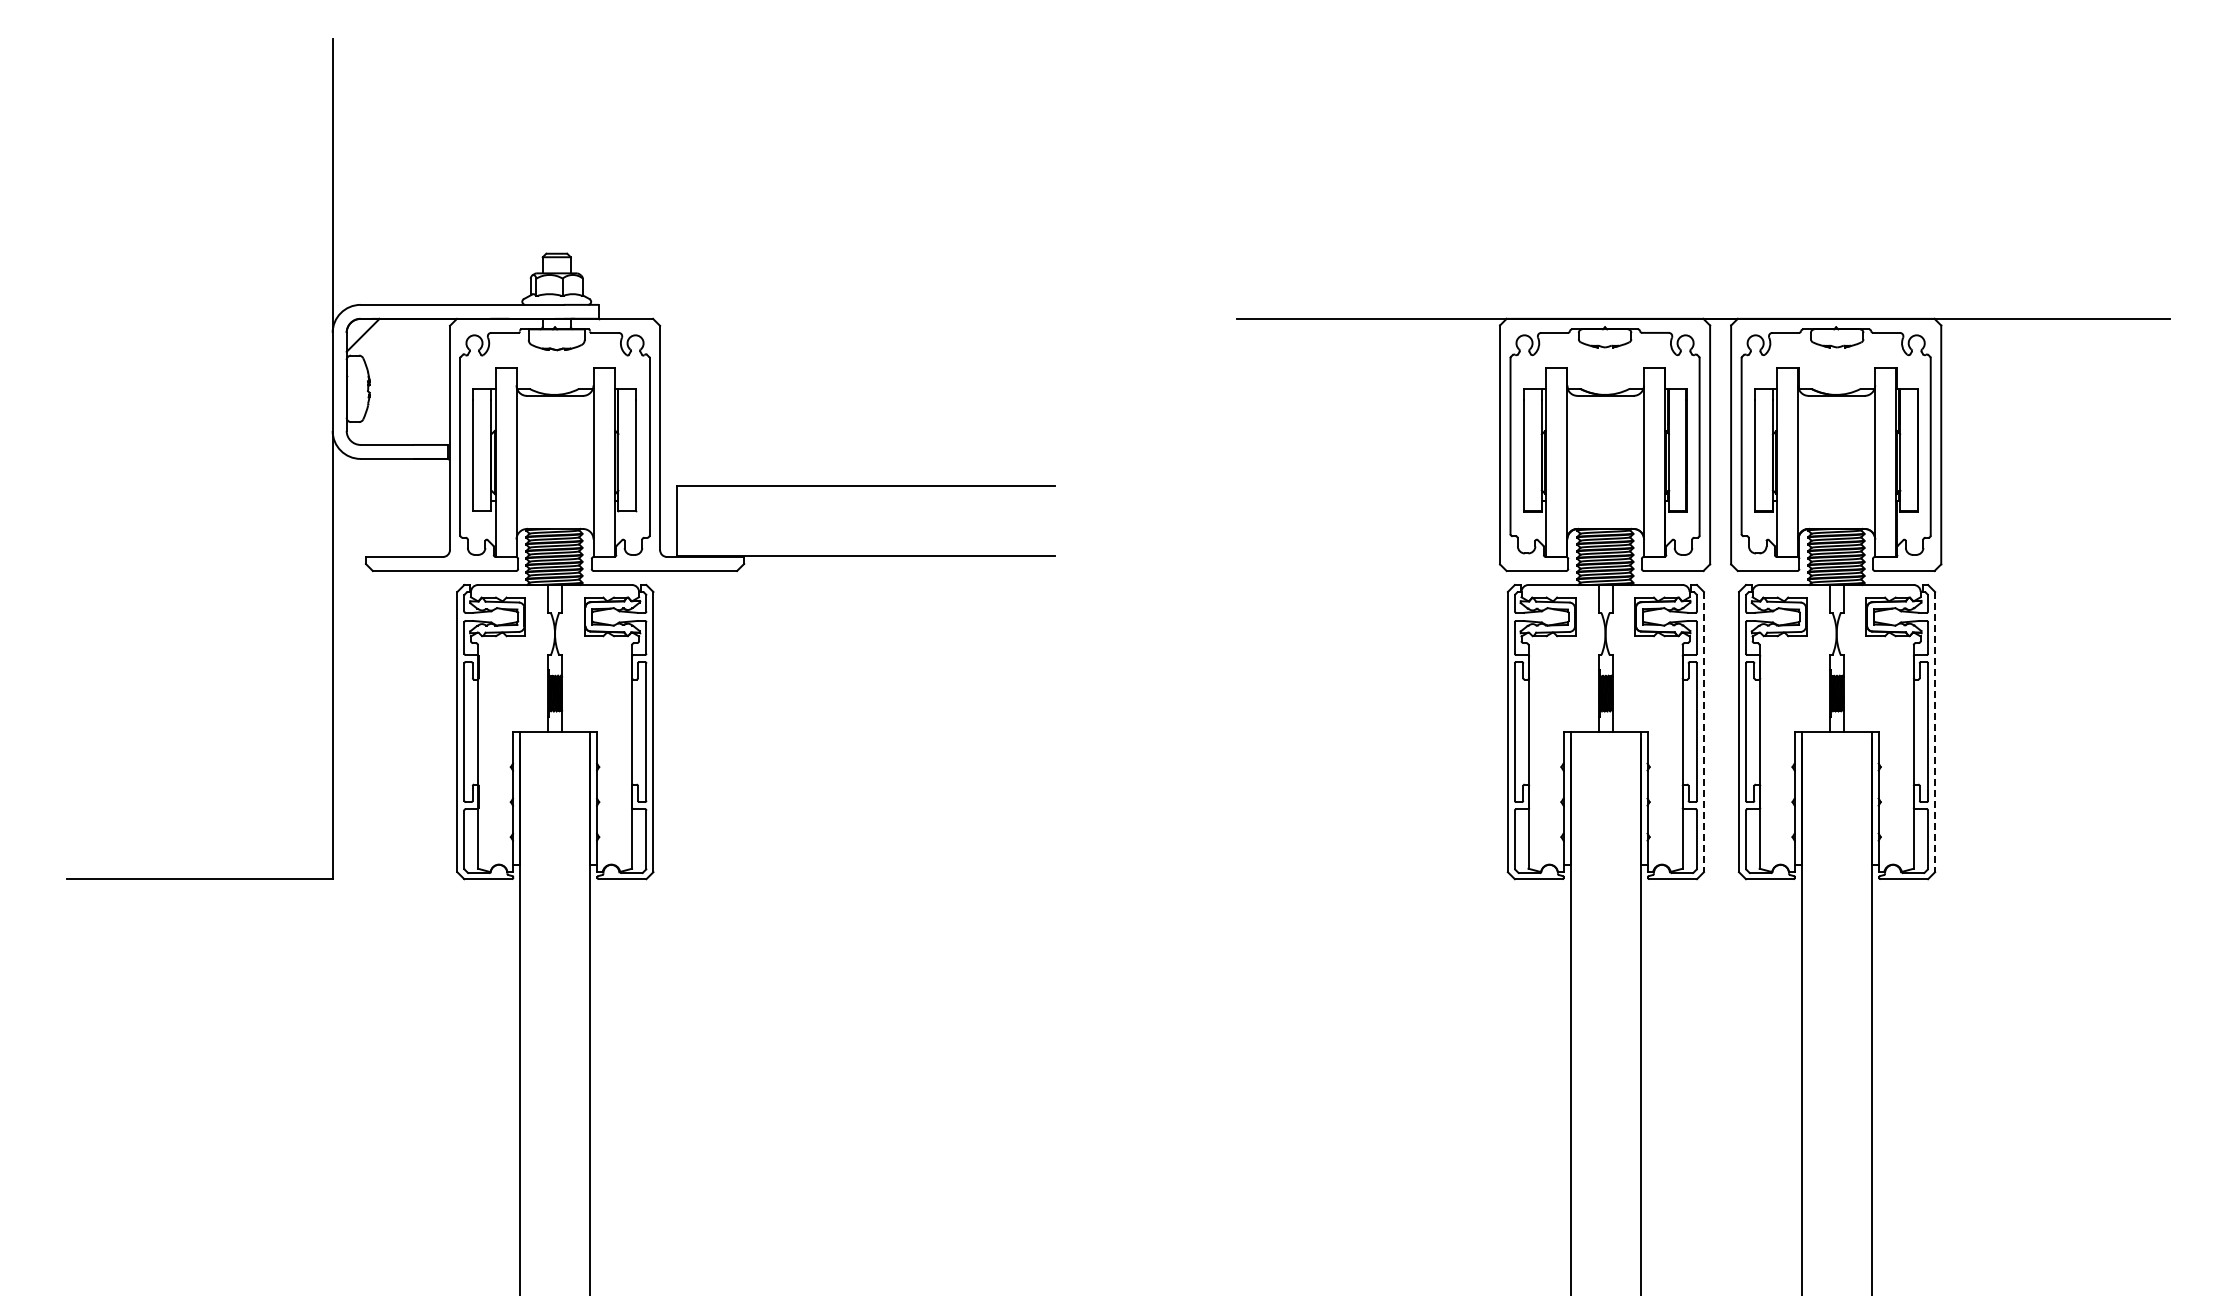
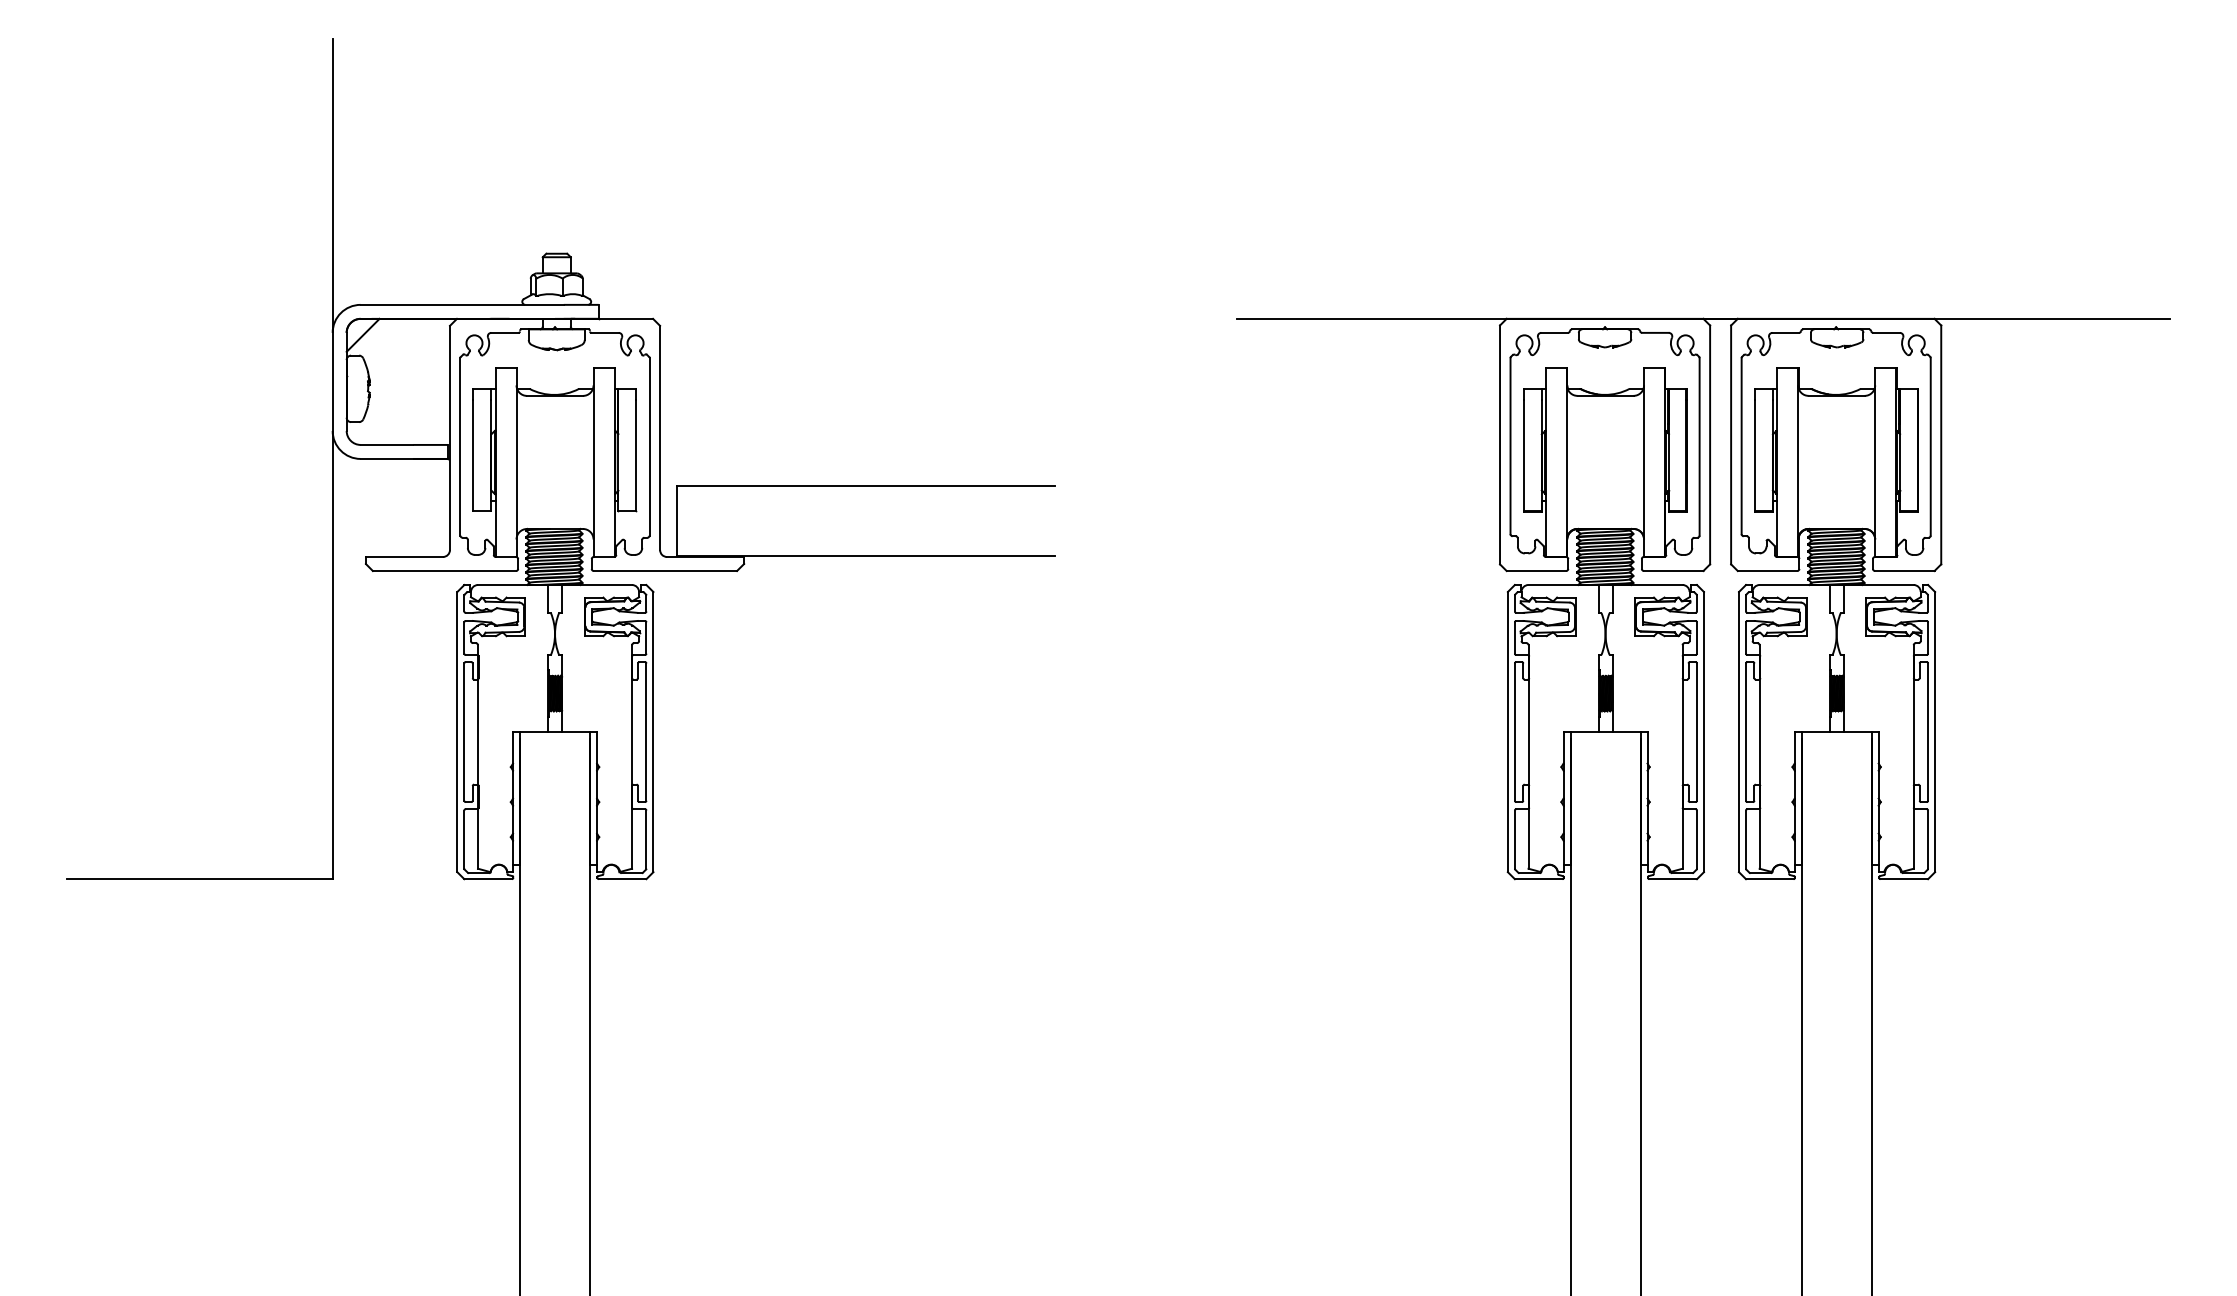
line at (1703, 732): dashed -> solid
line at (1935, 732): dashed -> solid
